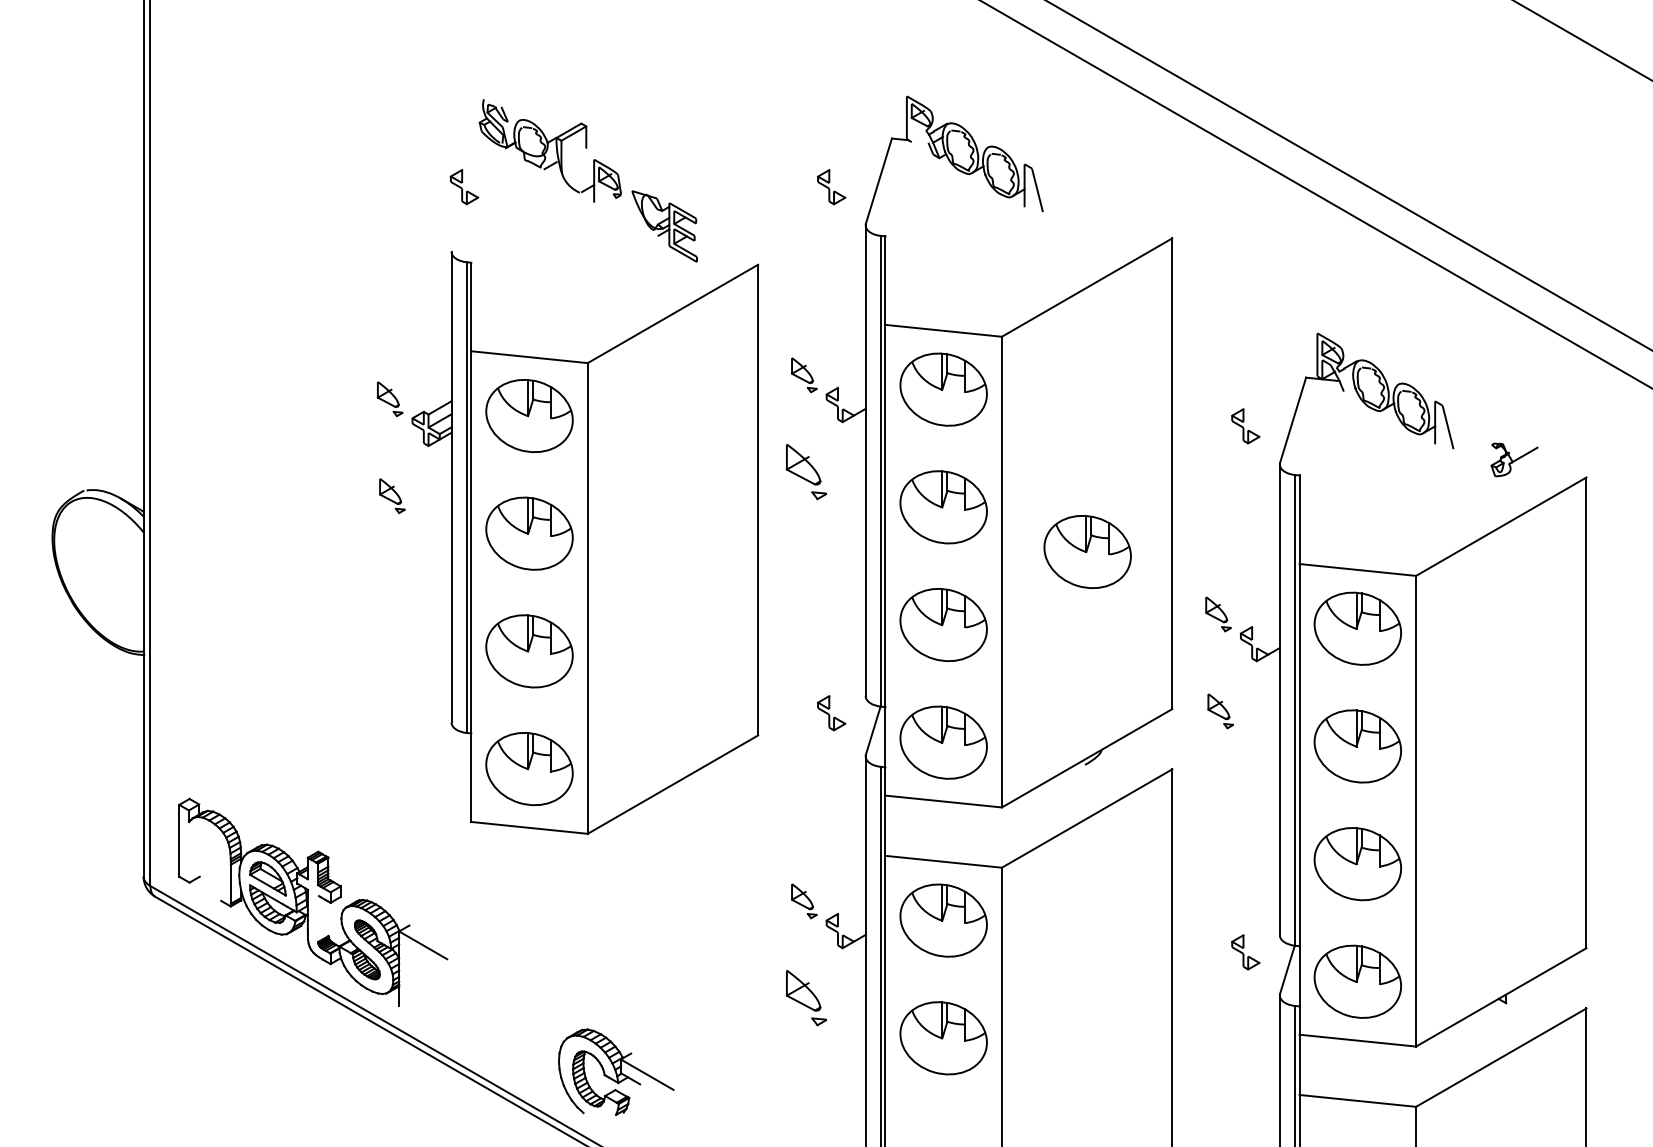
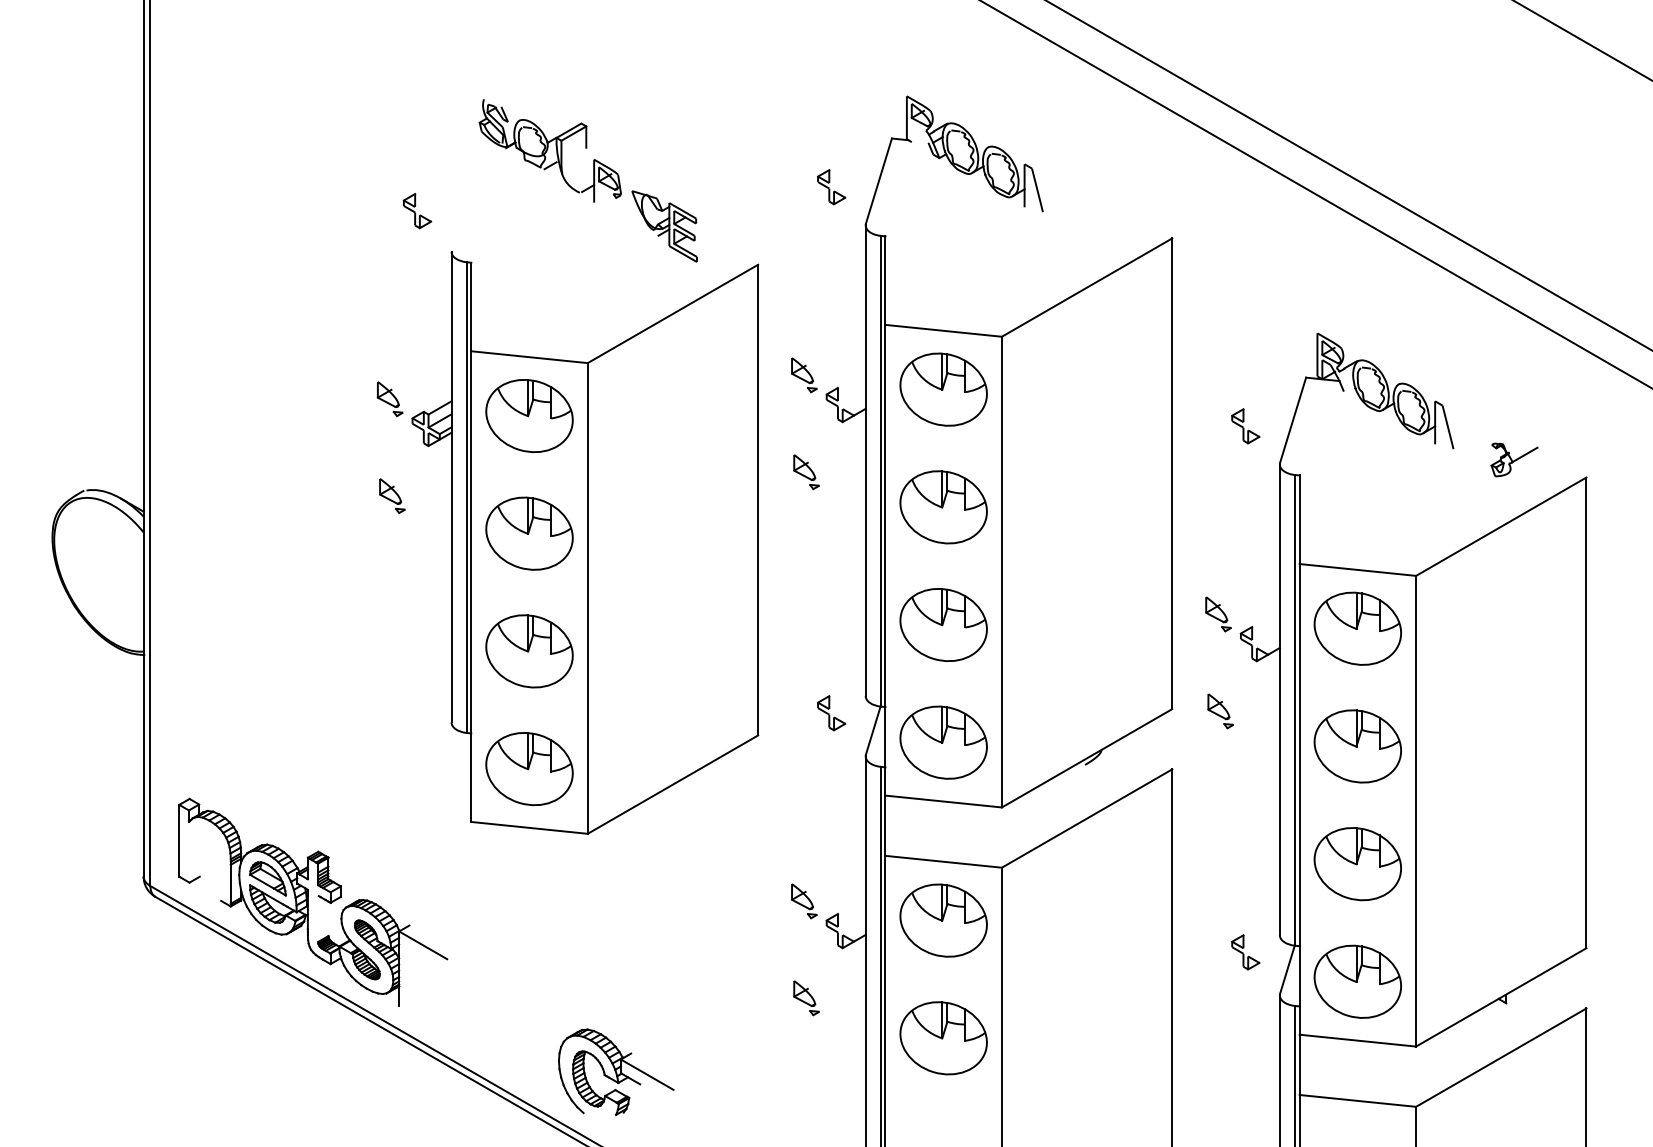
part at (464, 187) position: (464, 187) -> (417, 211)
part at (806, 472) size: 43x57 px -> 27x37 px
part at (1087, 551): present -> none
part at (806, 998) size: 43x57 px -> 27x37 px
